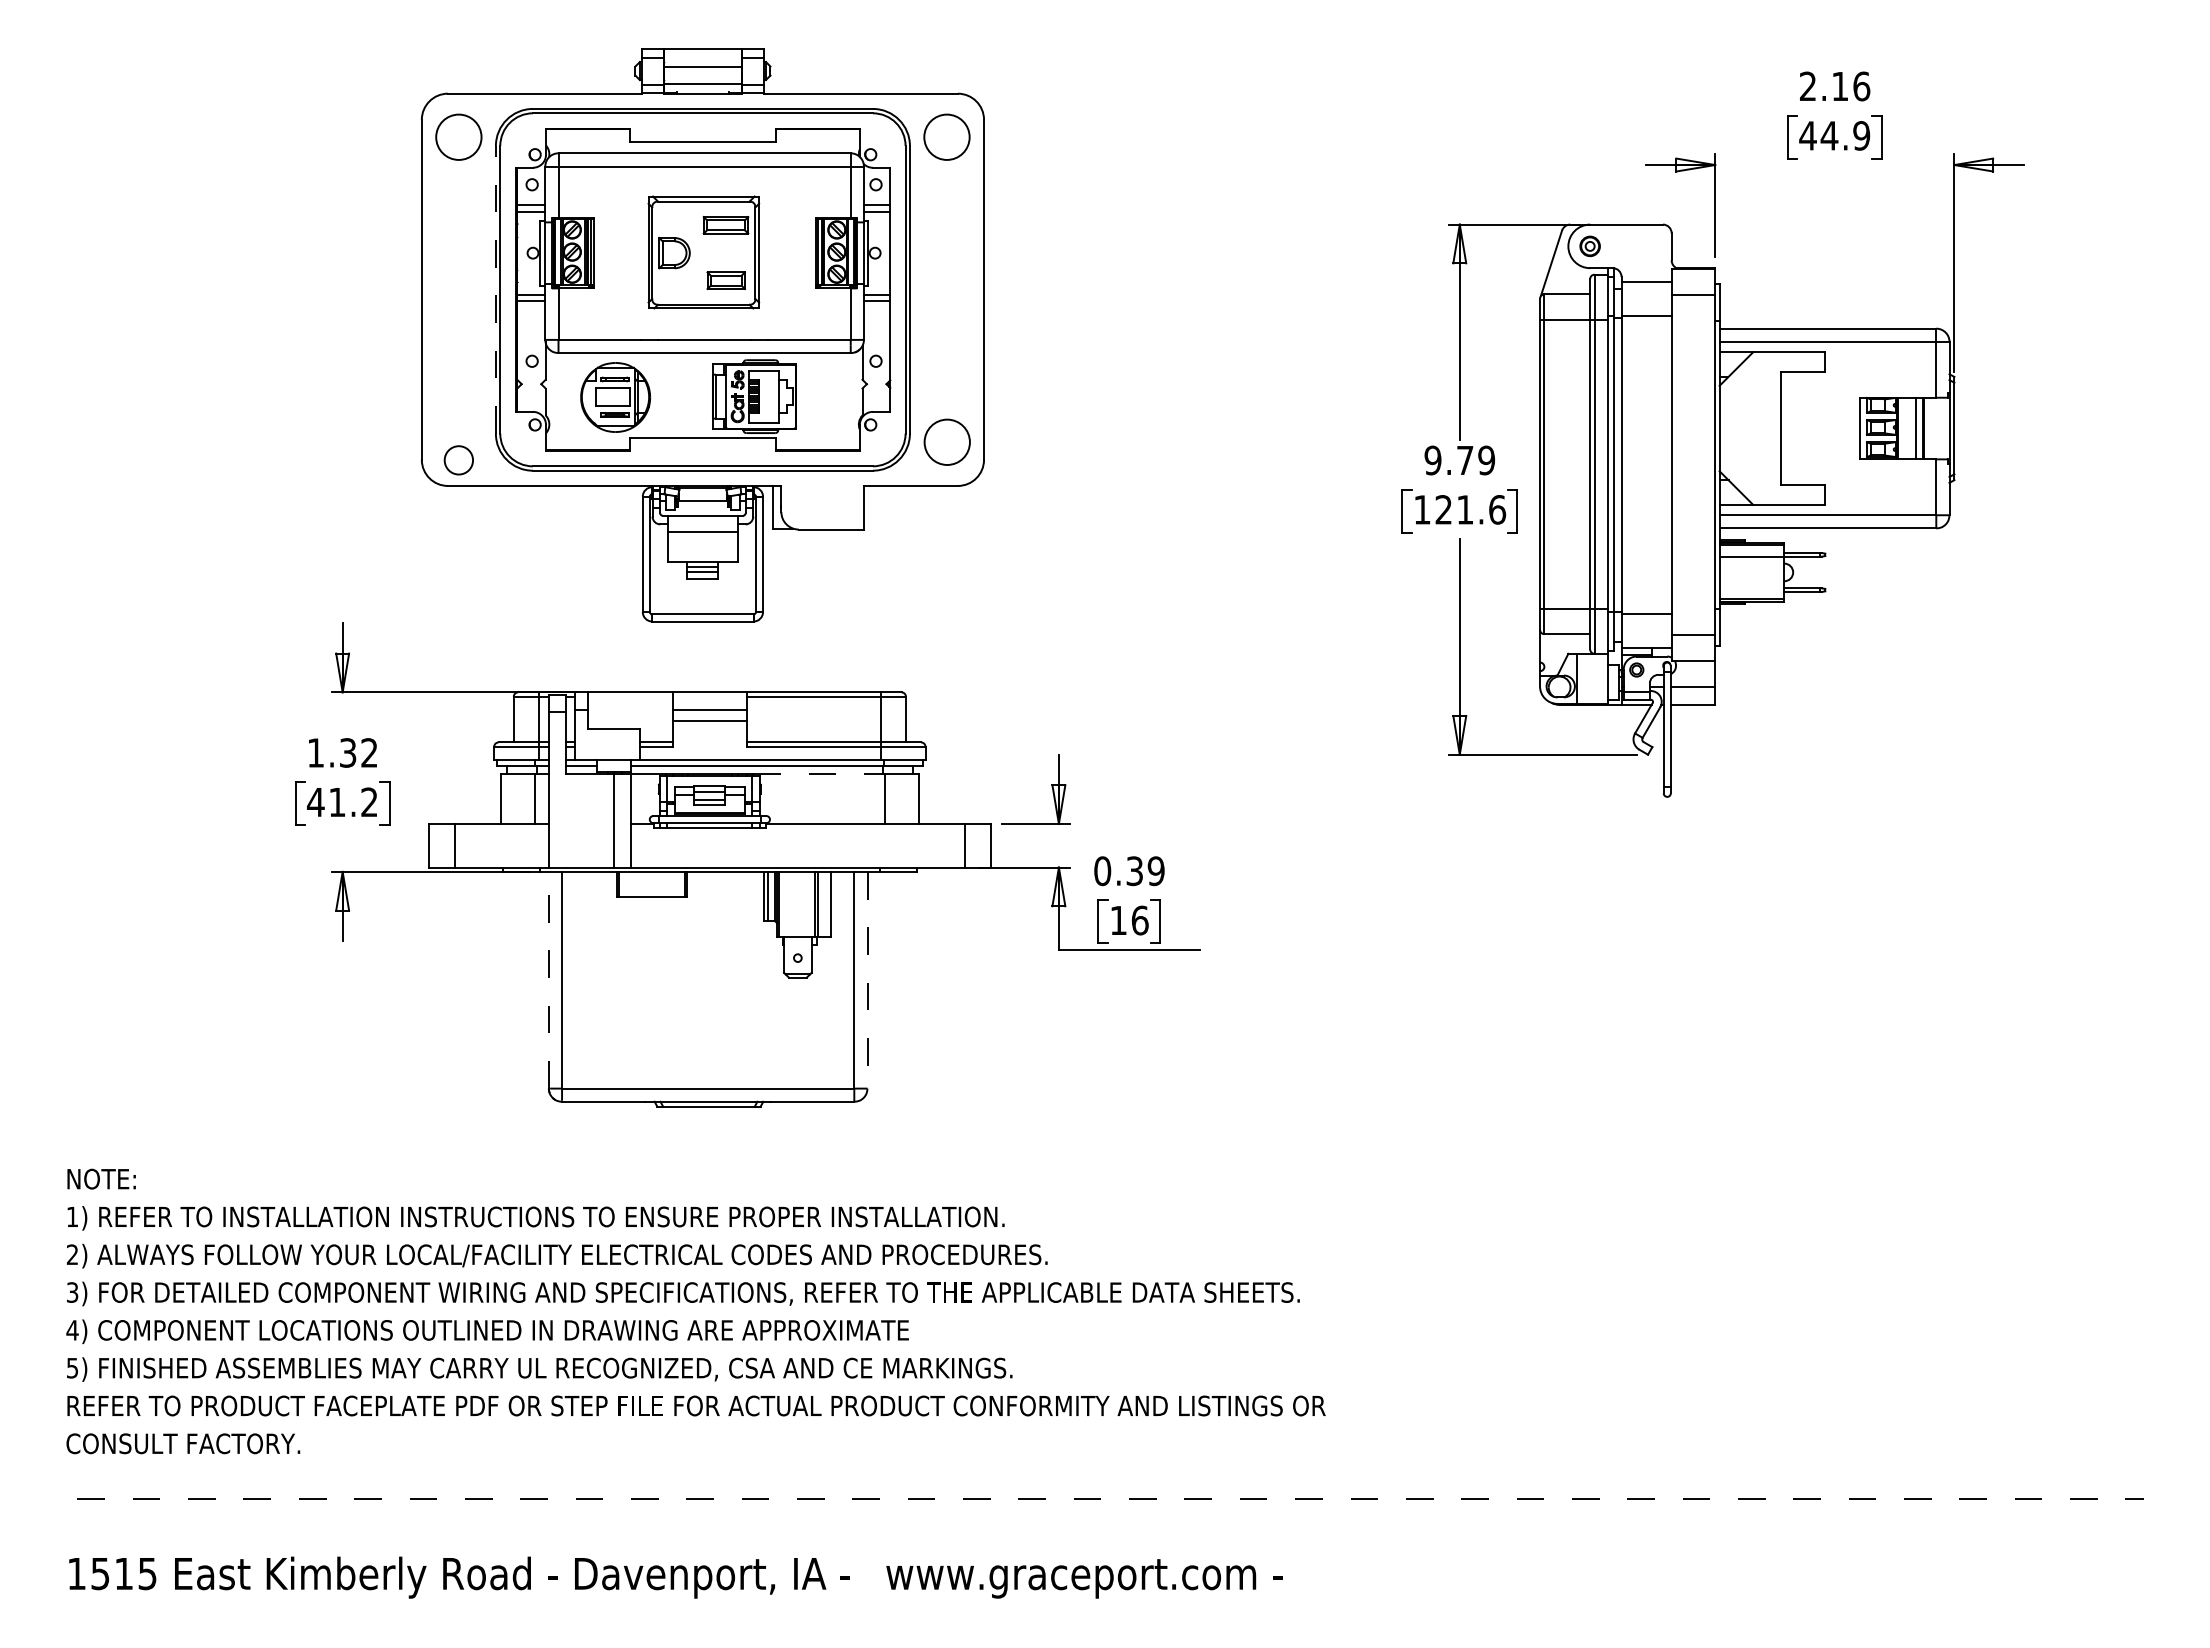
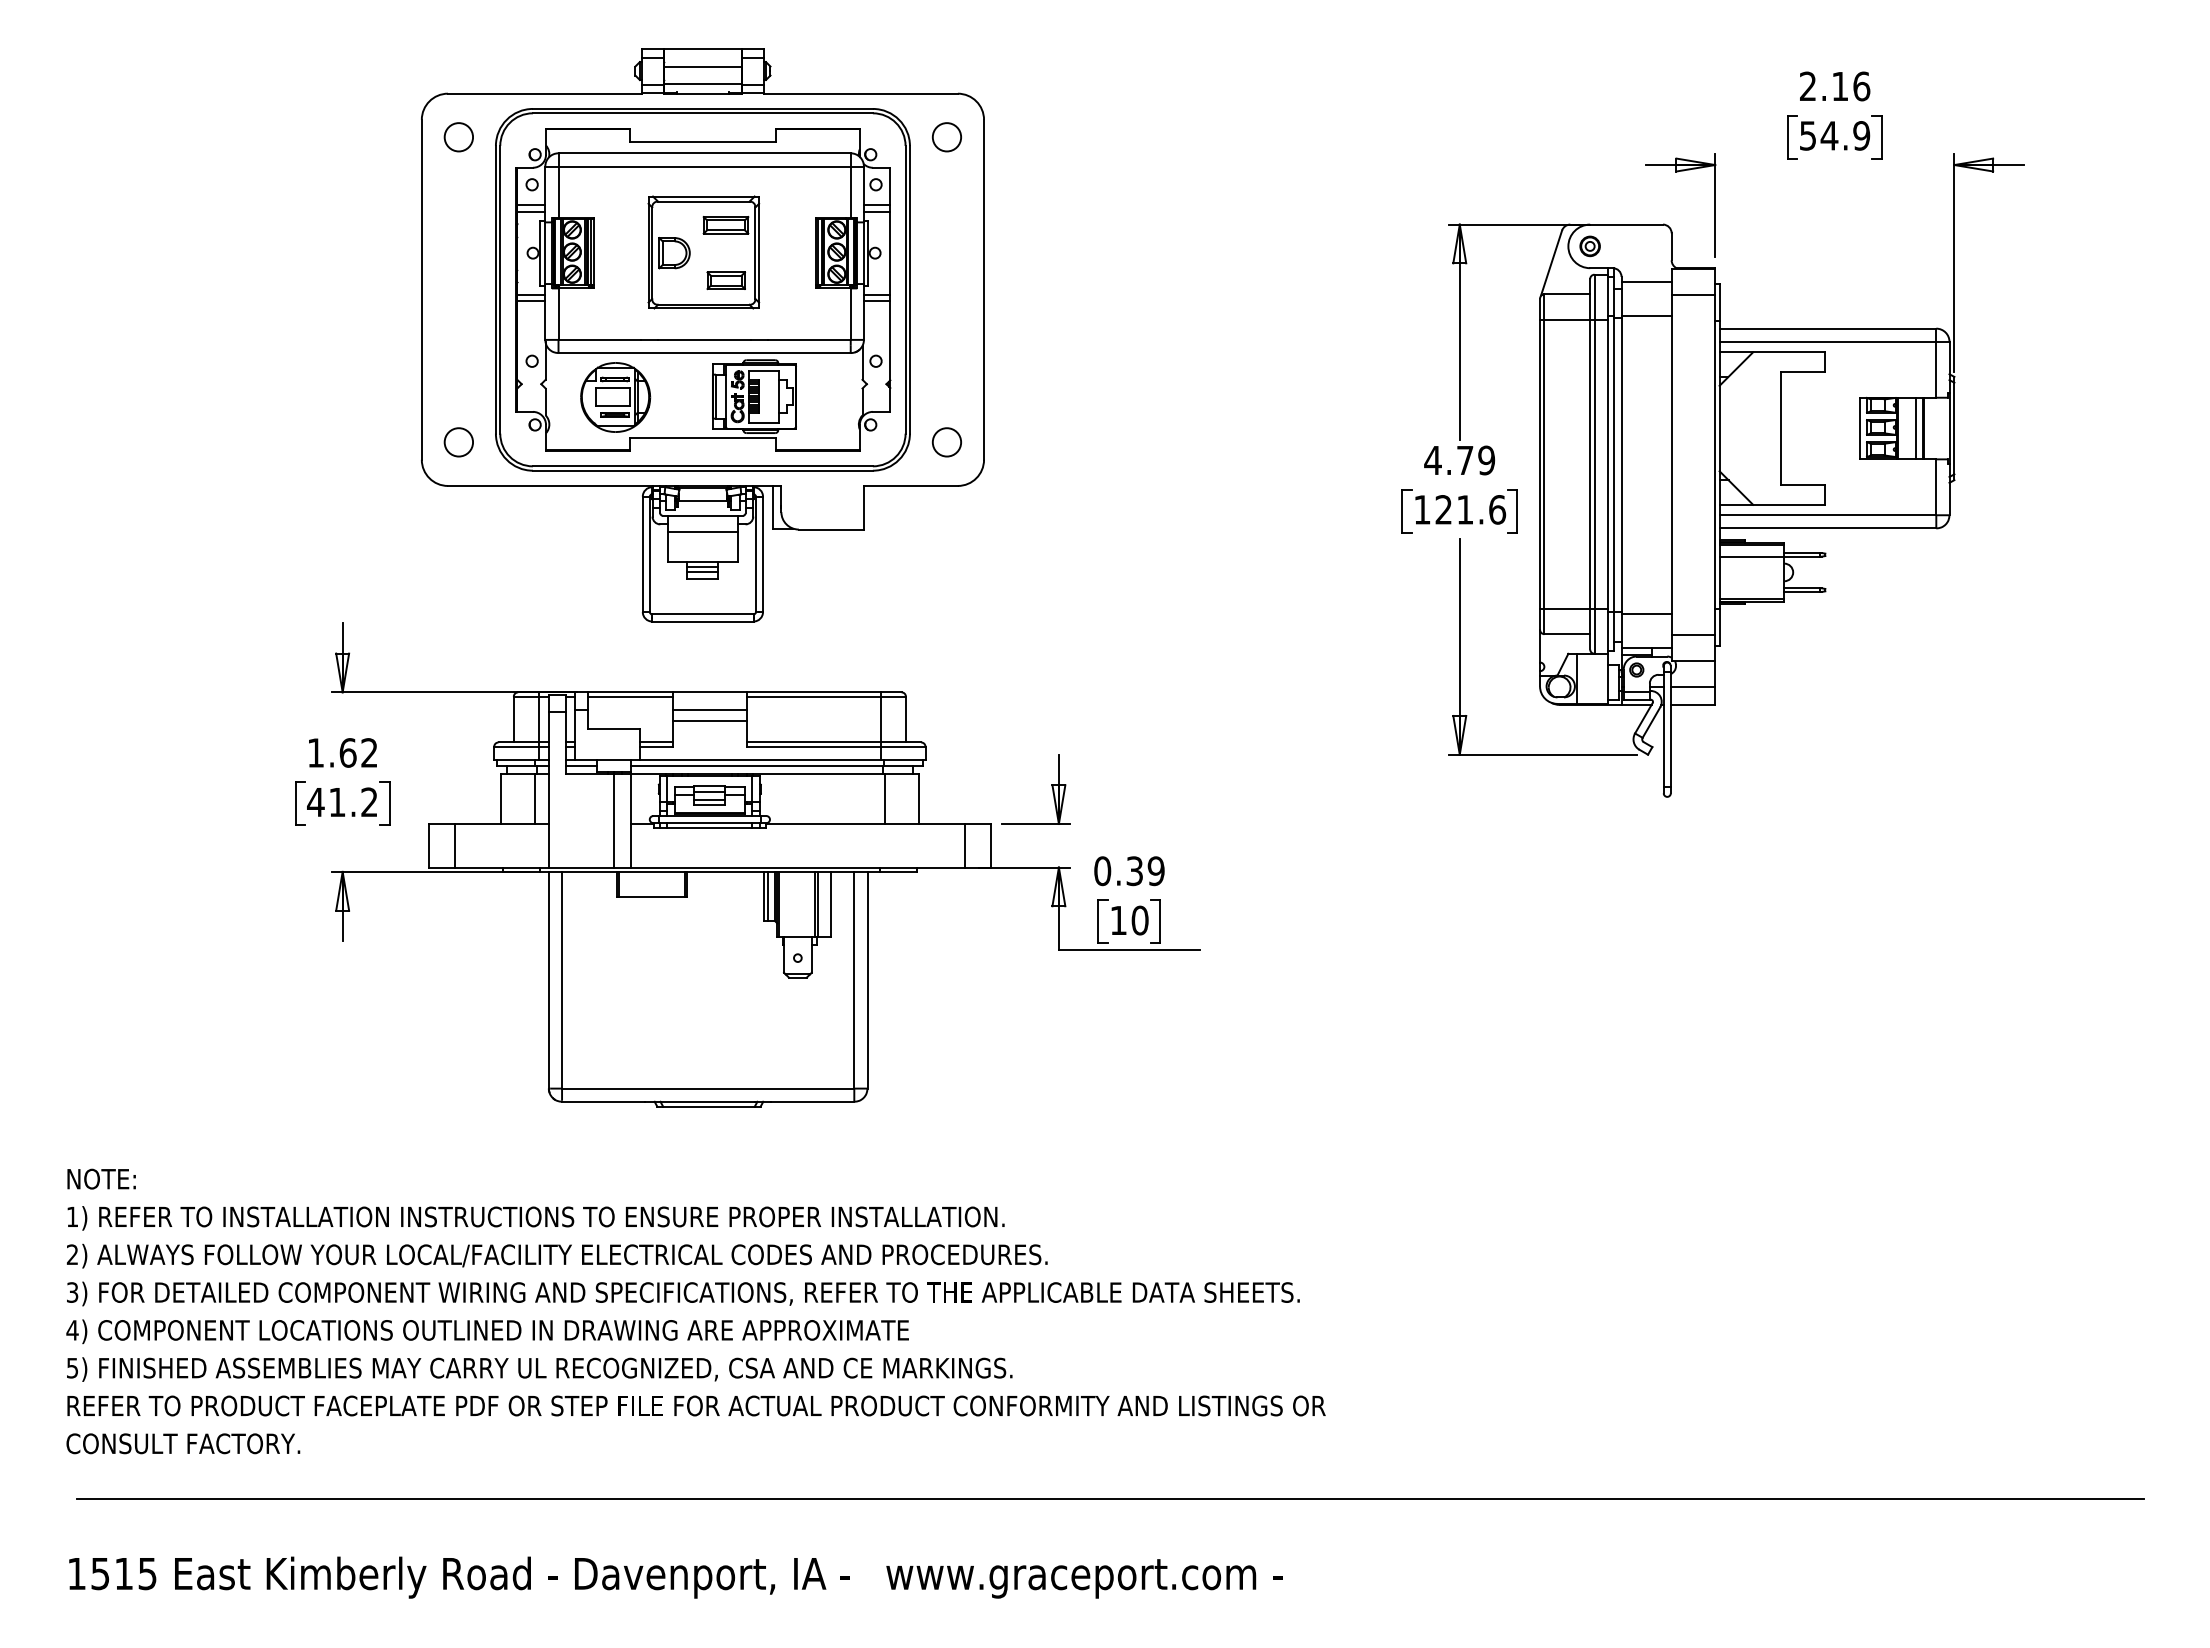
text at (1807, 135): 44.9 -> 54.9
circle at (458, 136) diameter: 45 px -> 28 px
circle at (946, 136) diameter: 45 px -> 28 px
line at (495, 289): dashed -> solid
circle at (946, 441) size: 48x48 px -> 31x31 px
circle at (458, 460) position: (458, 460) -> (458, 442)
text at (1432, 460): 9.79 -> 4.79
line at (629, 696): none -> present
text at (347, 752): 1.32 -> 1.62
line at (819, 773): dashed -> solid
text at (1139, 920): 16 -> 10
line at (548, 979): dashed -> solid
line at (867, 980): dashed -> solid
line at (1111, 1498): dashed -> solid
